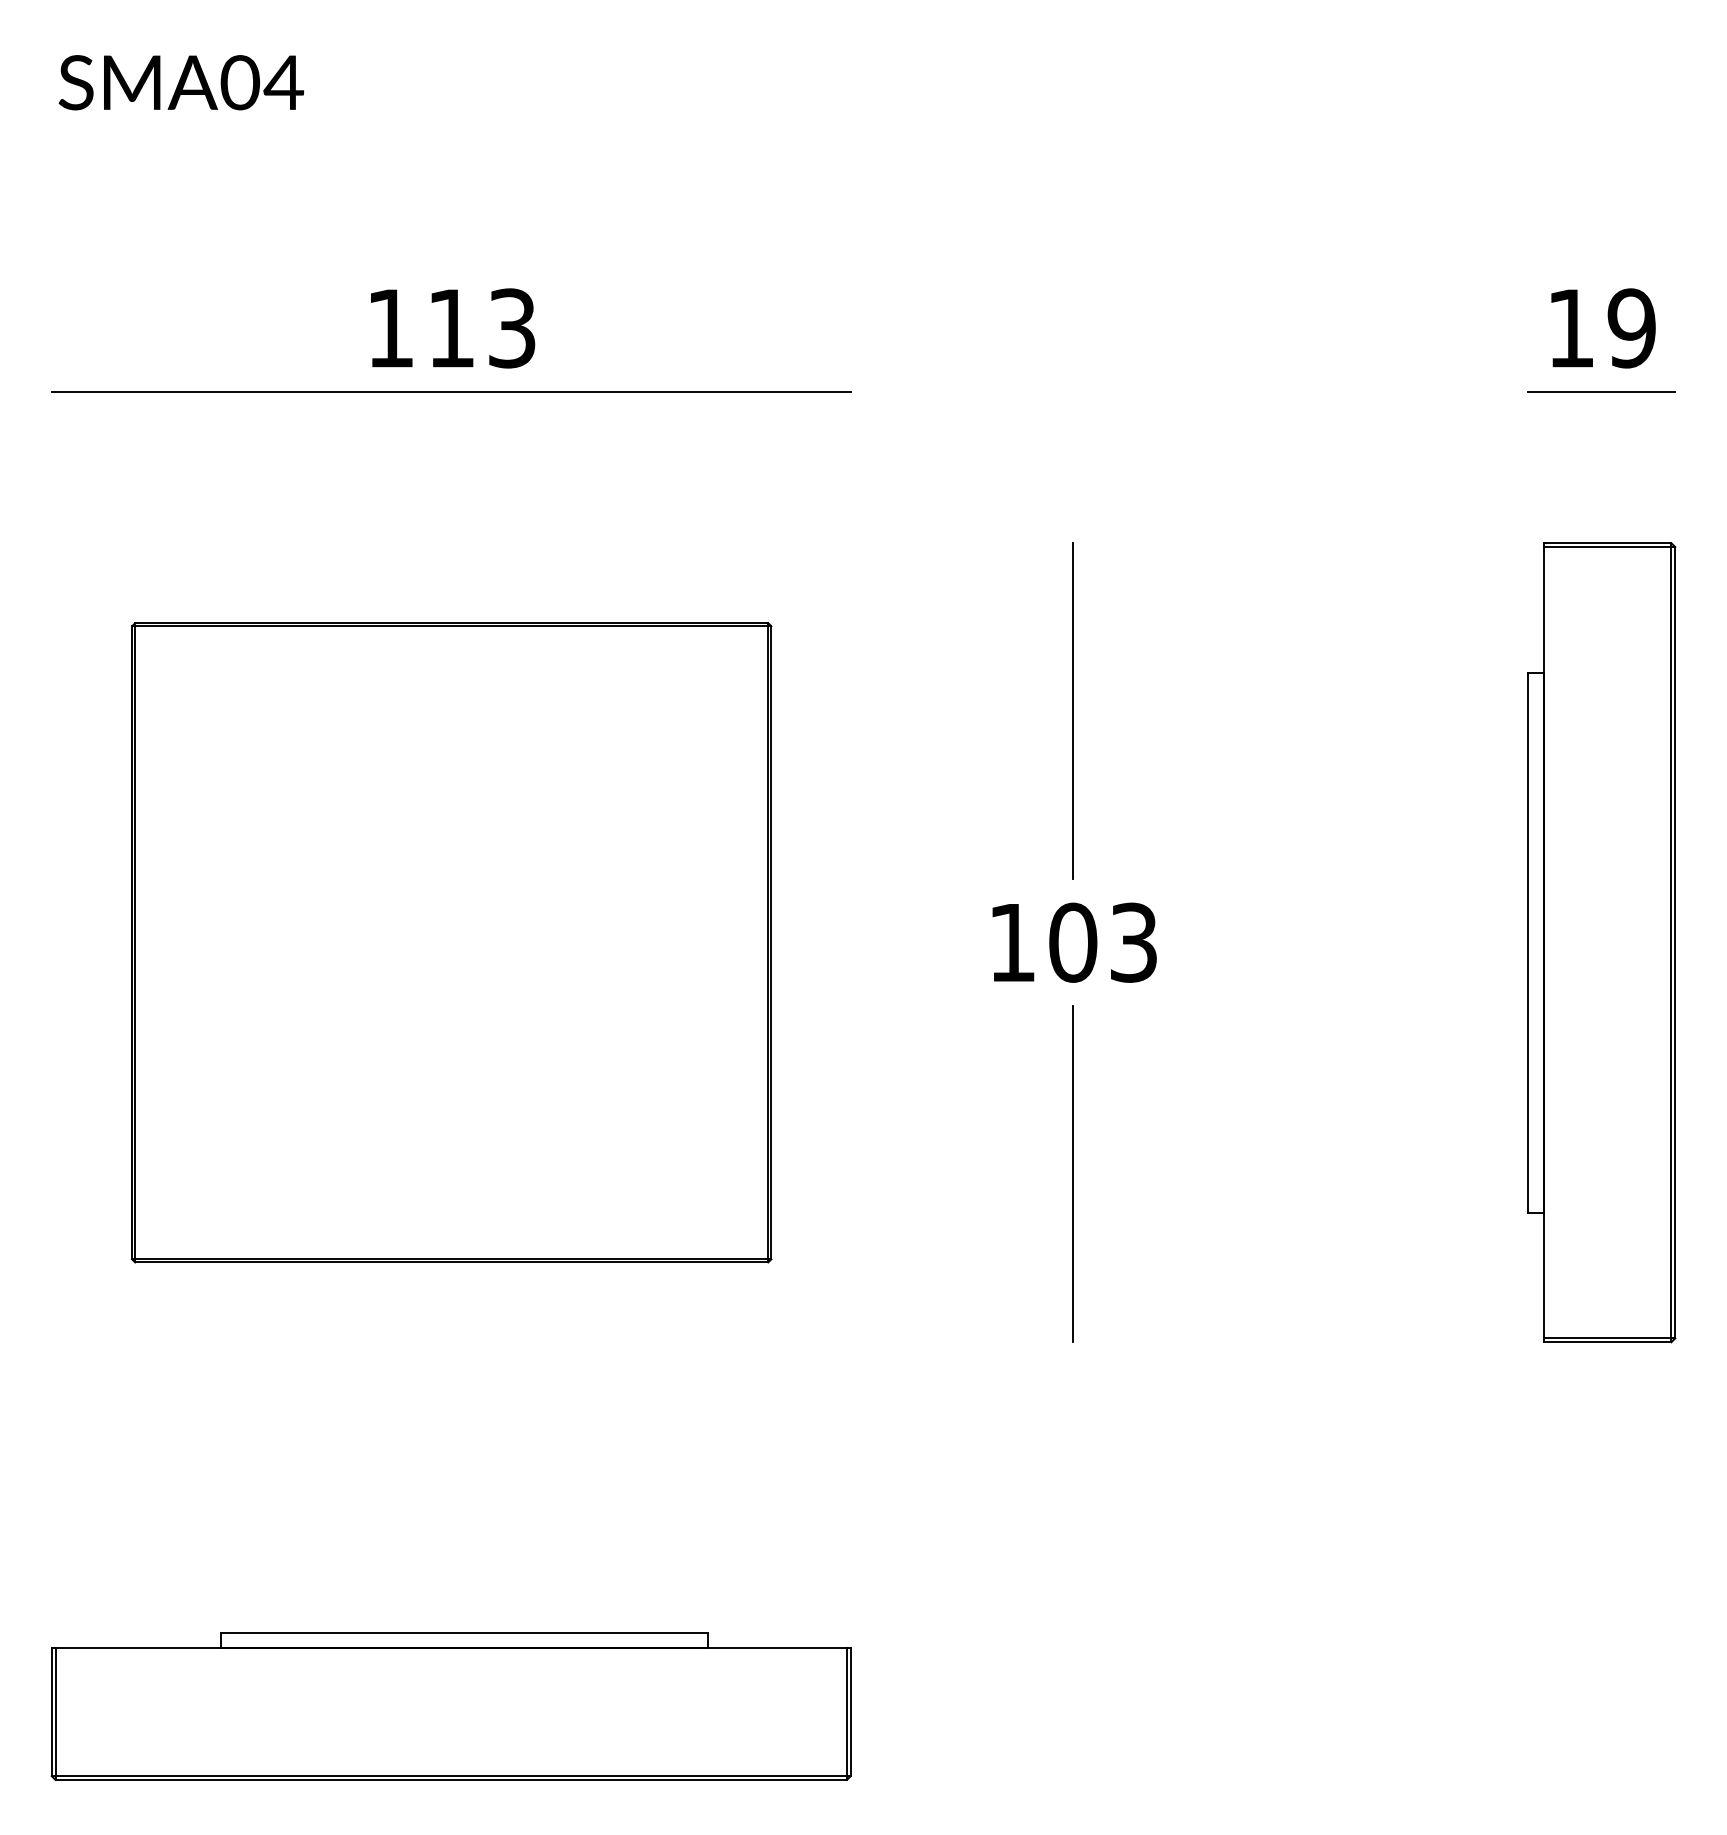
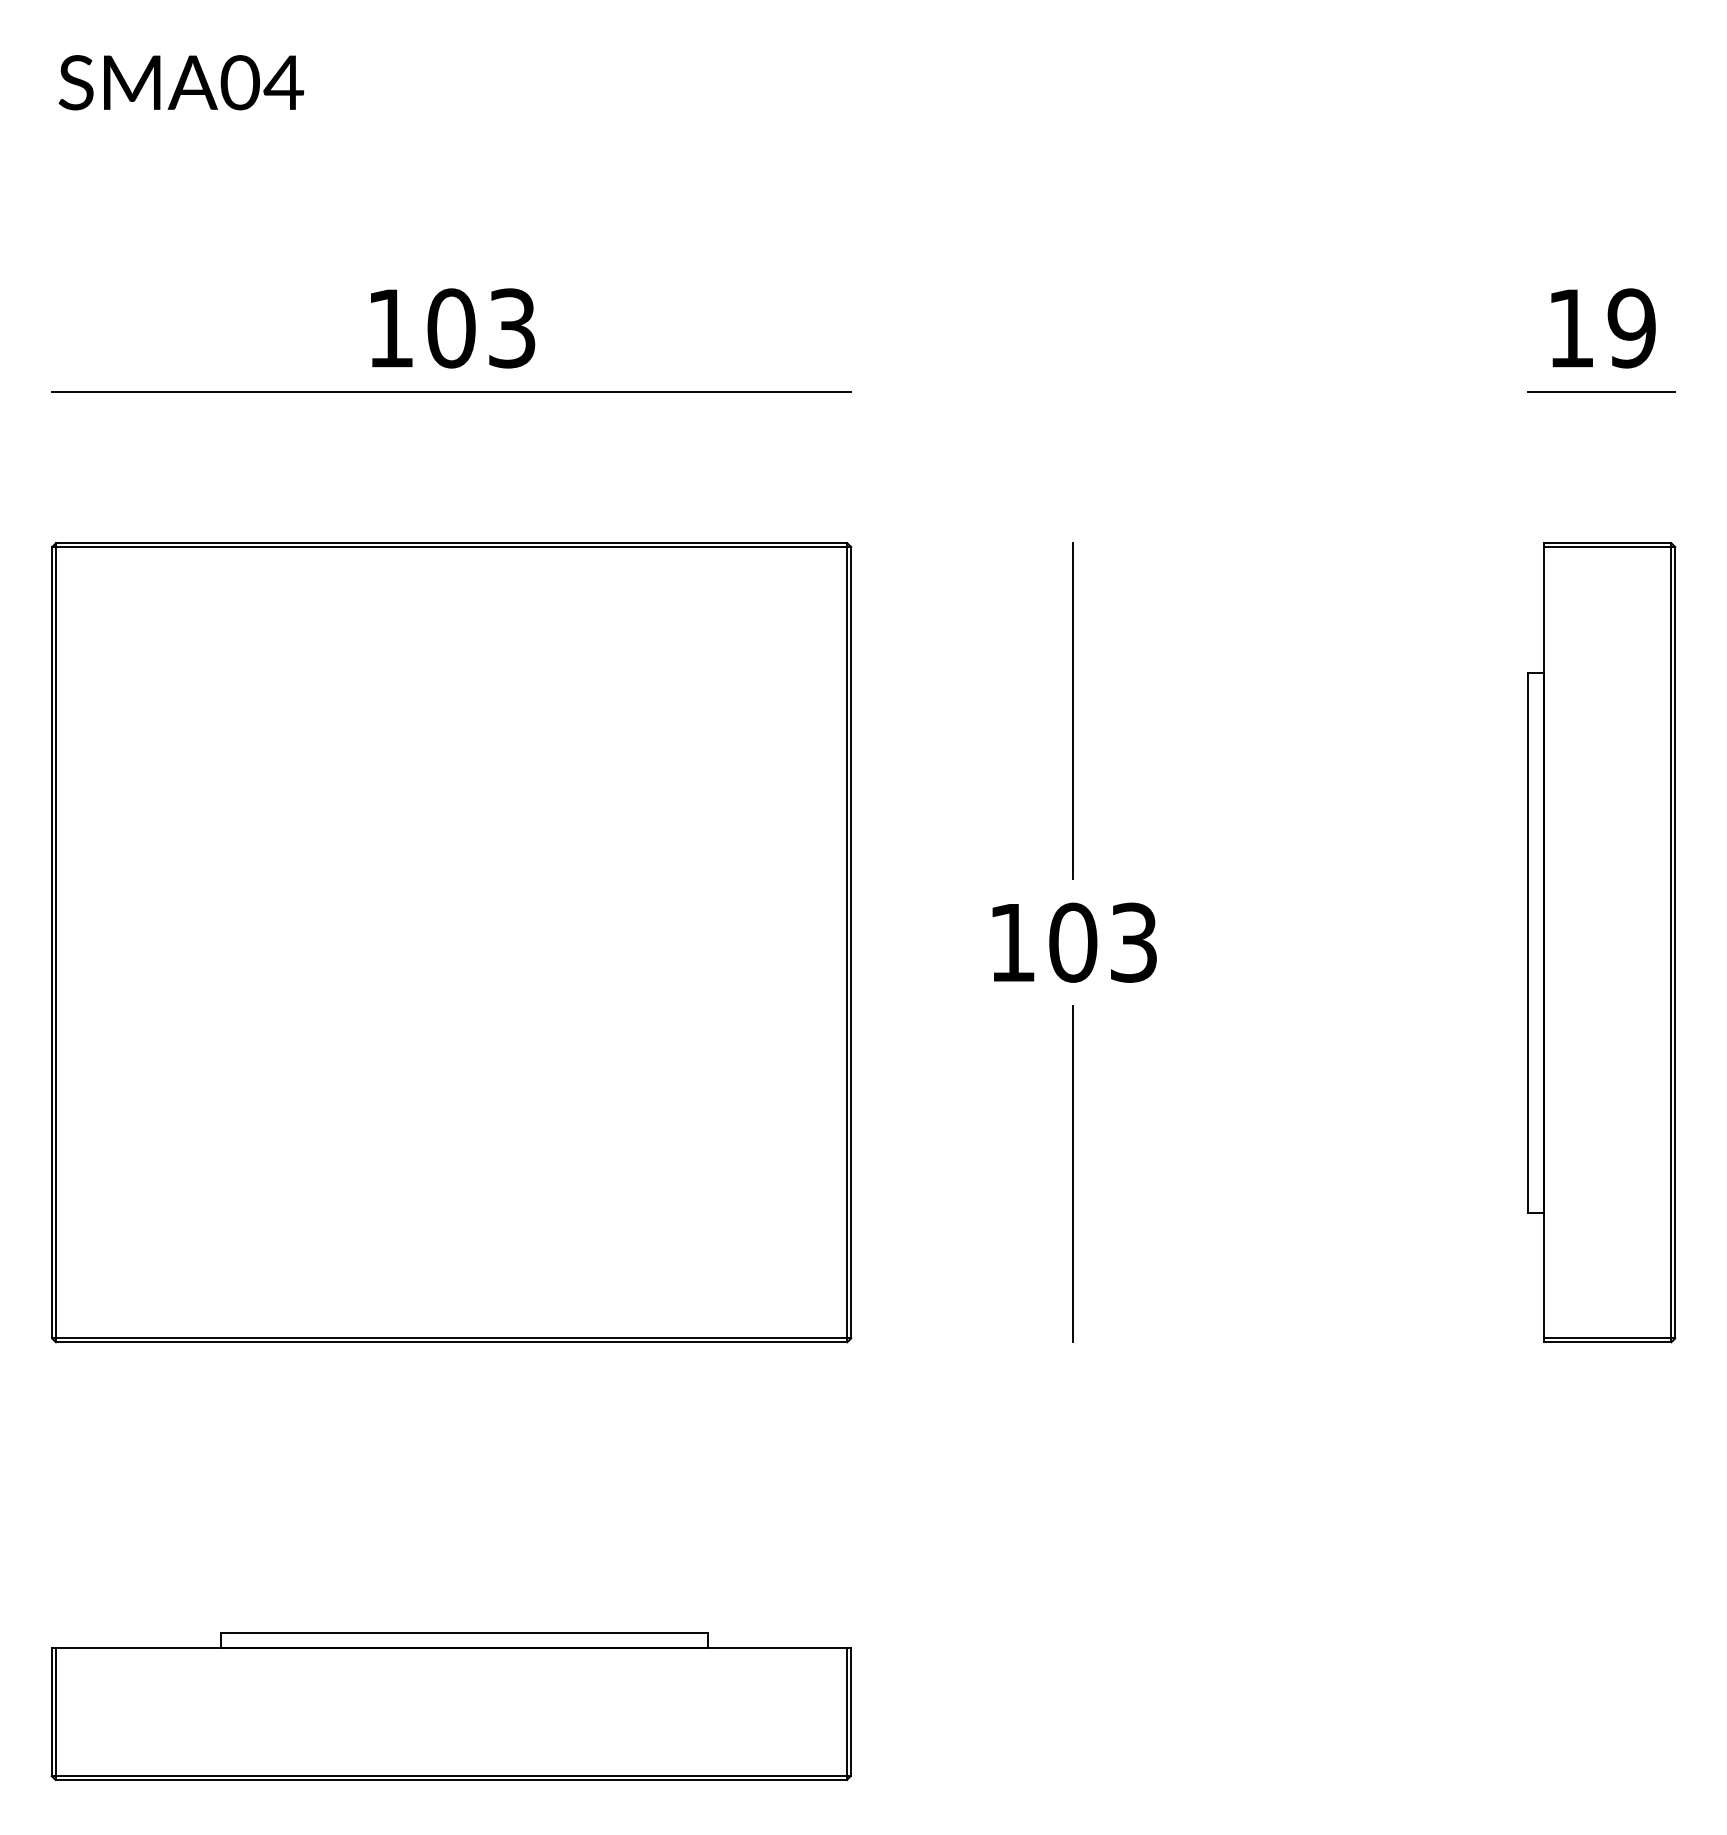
text at (451, 328): 113 -> 103
part at (451, 942) size: 642x642 px -> 802x802 px
